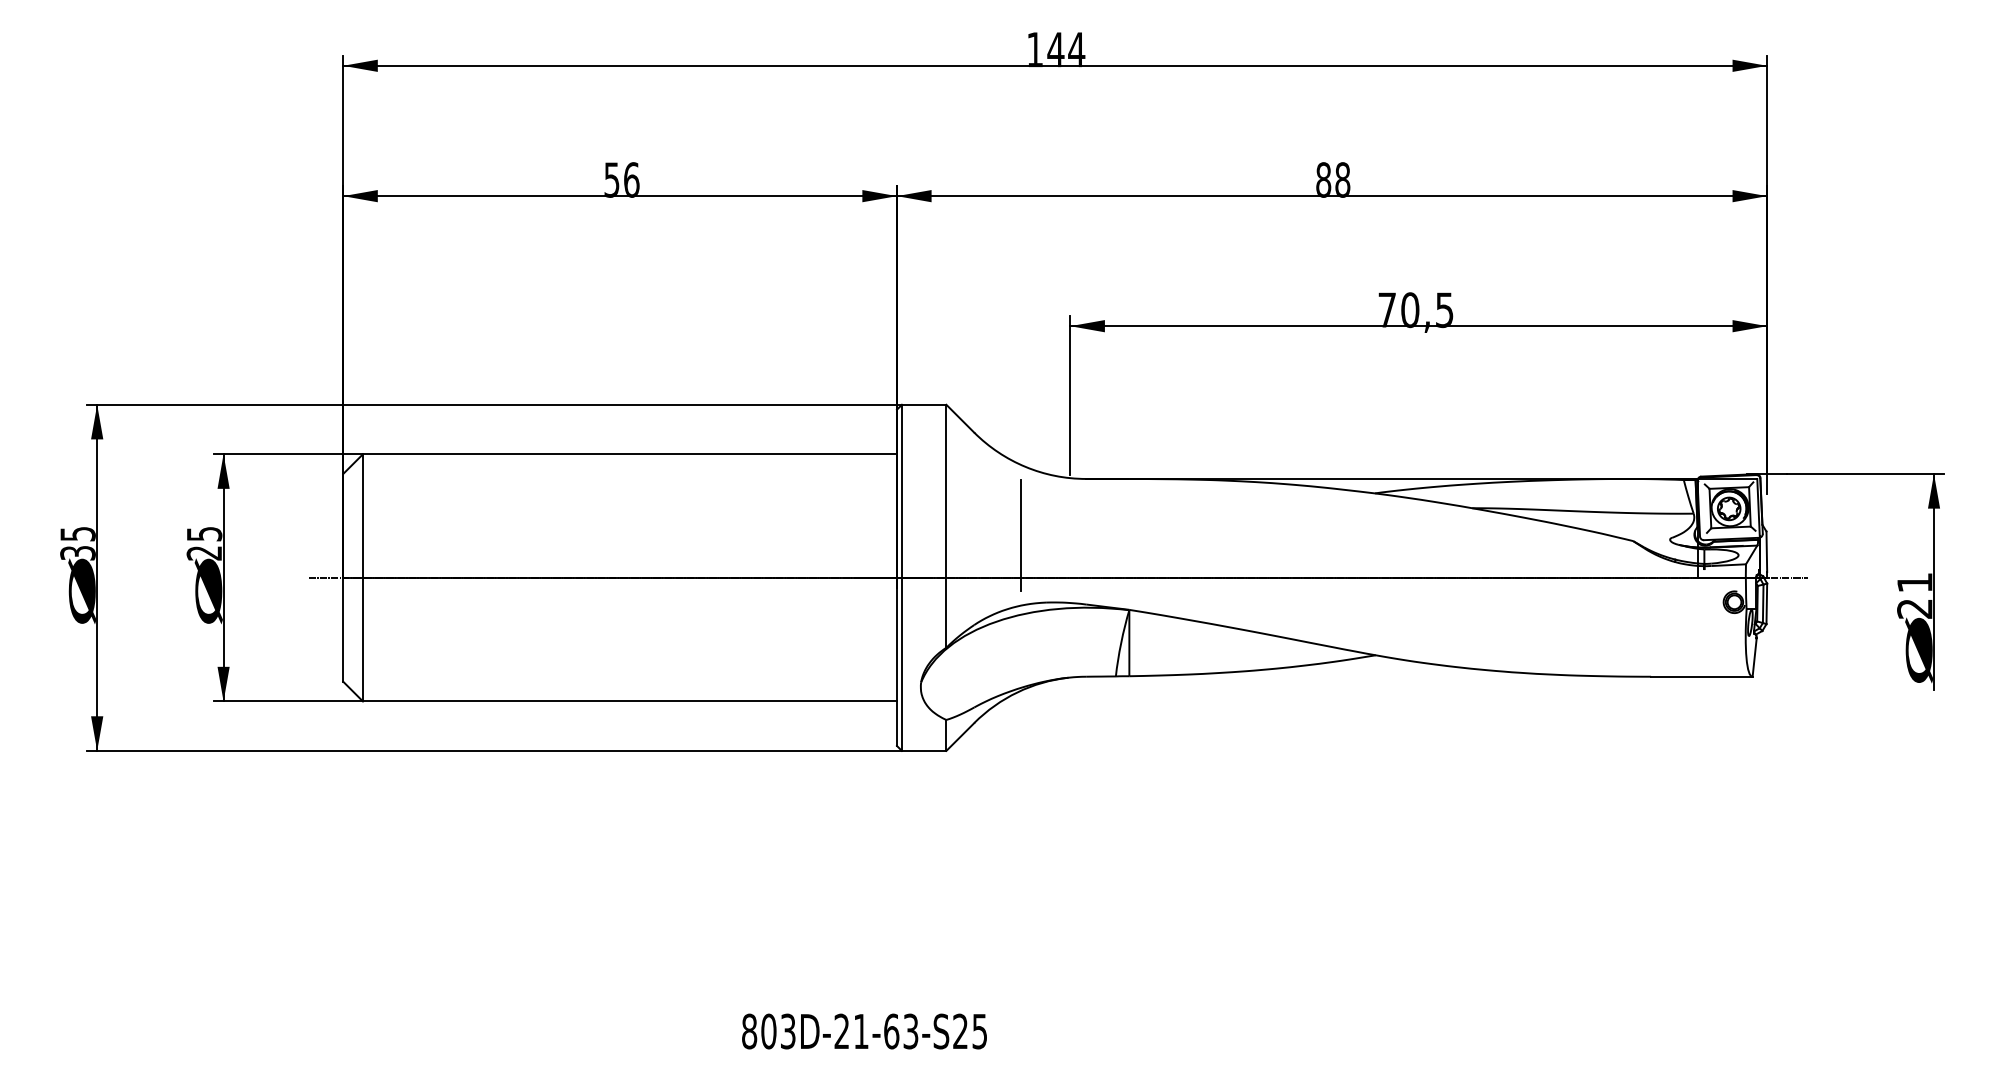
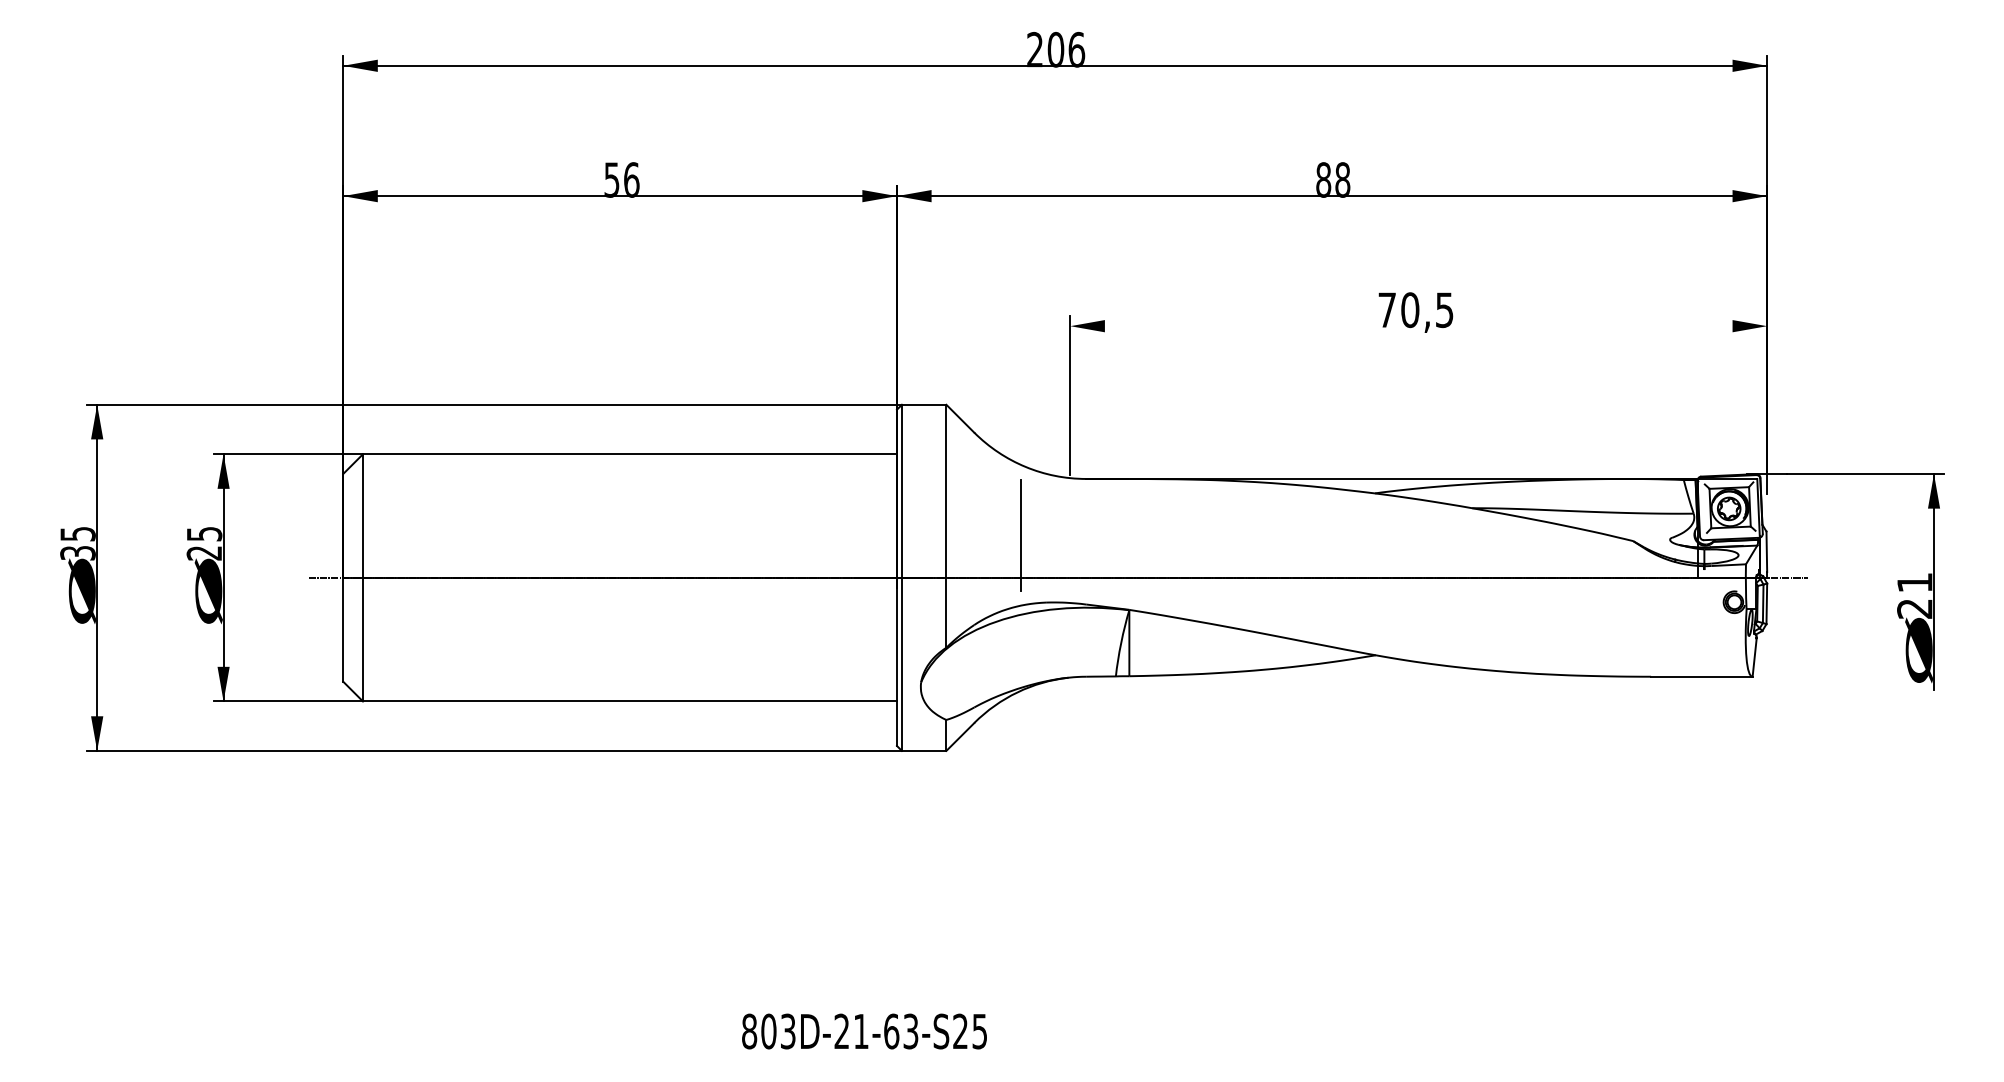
text at (1056, 49): 144 -> 206
line at (1418, 326): present -> none
